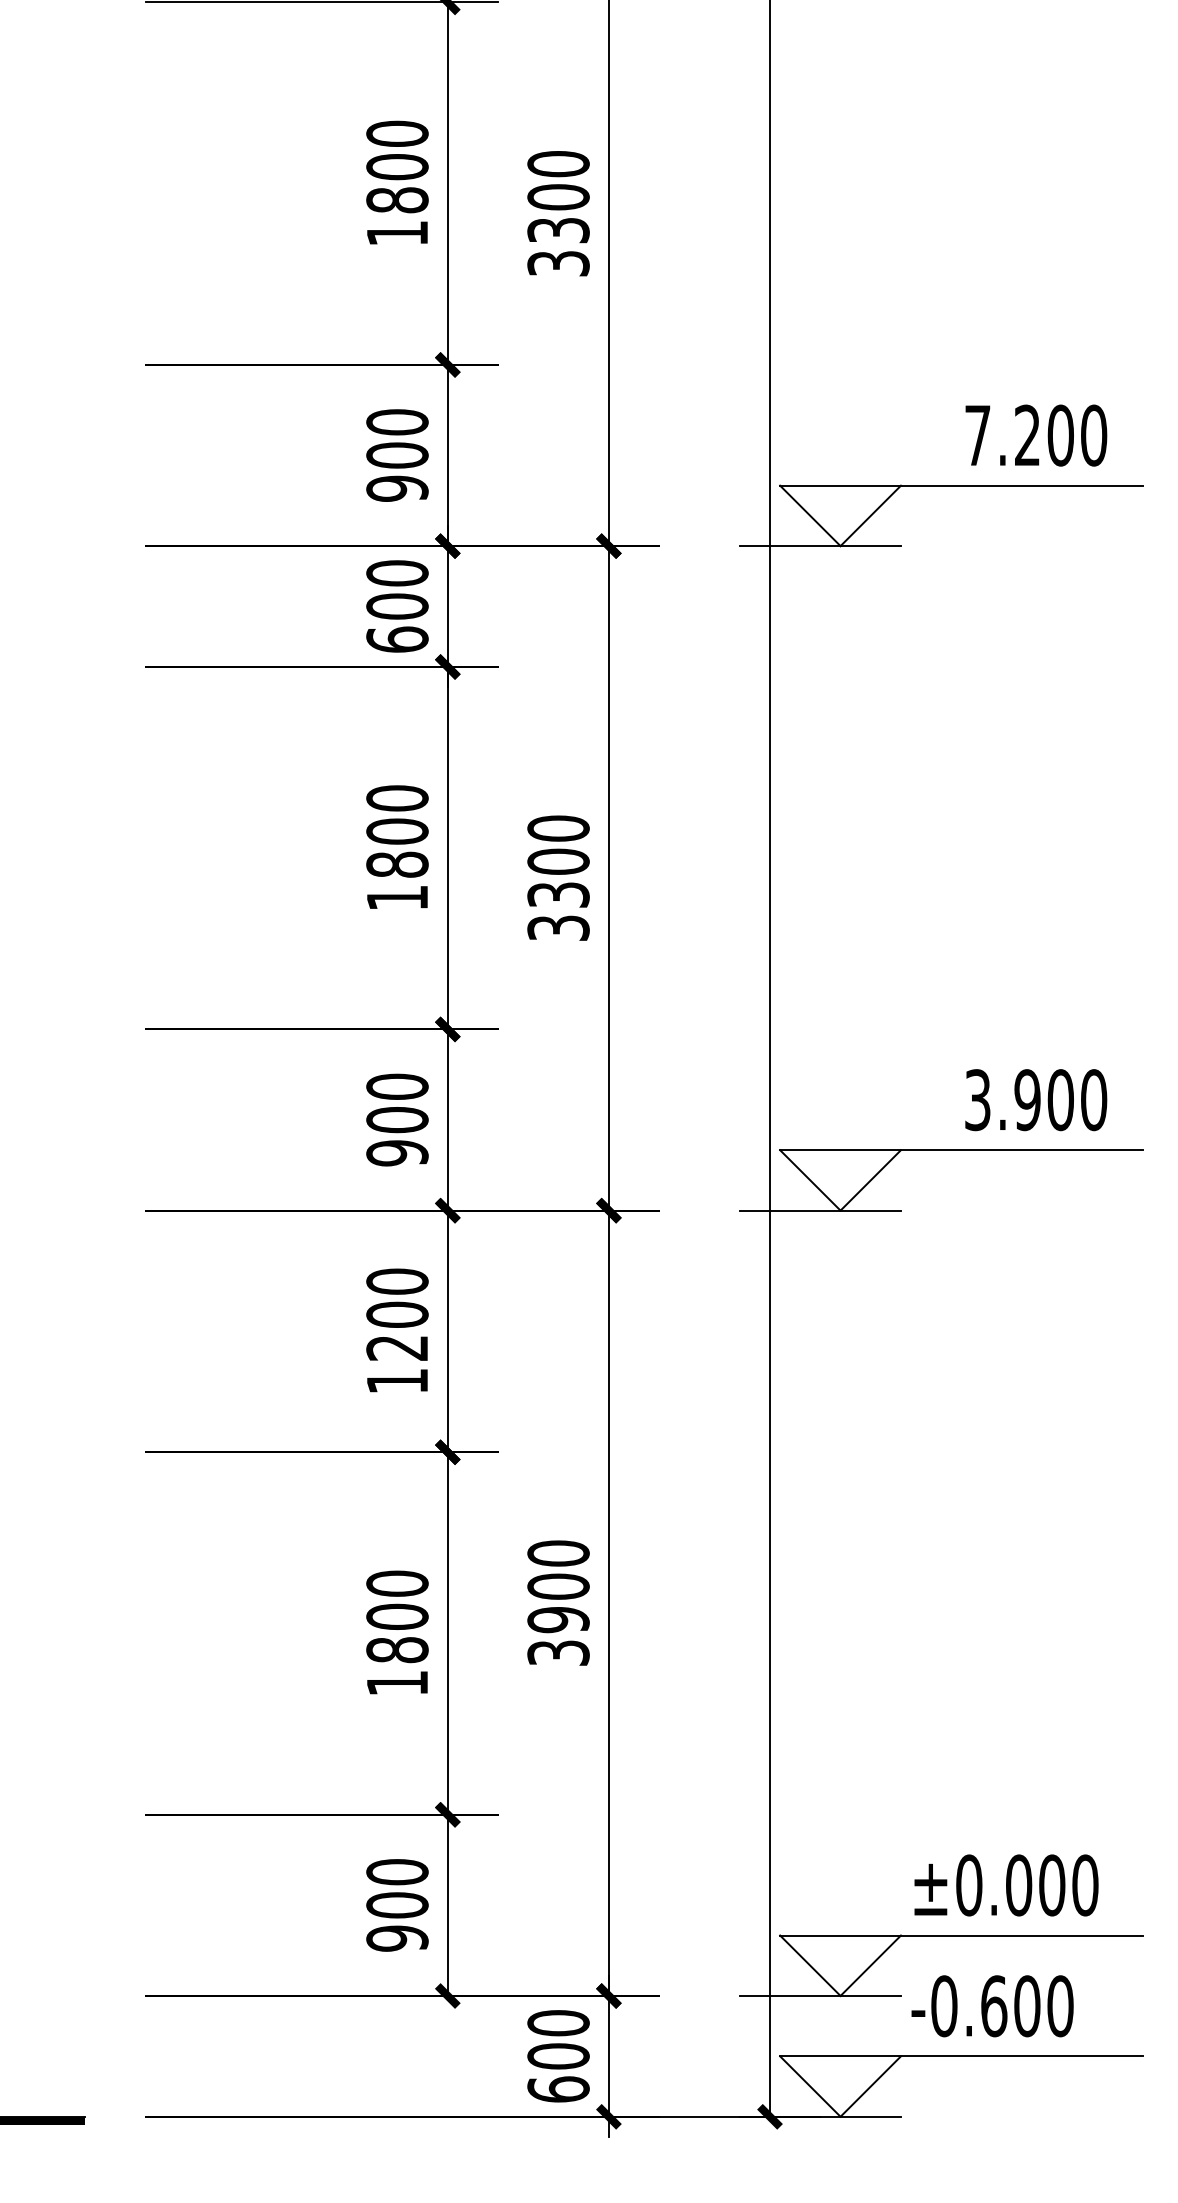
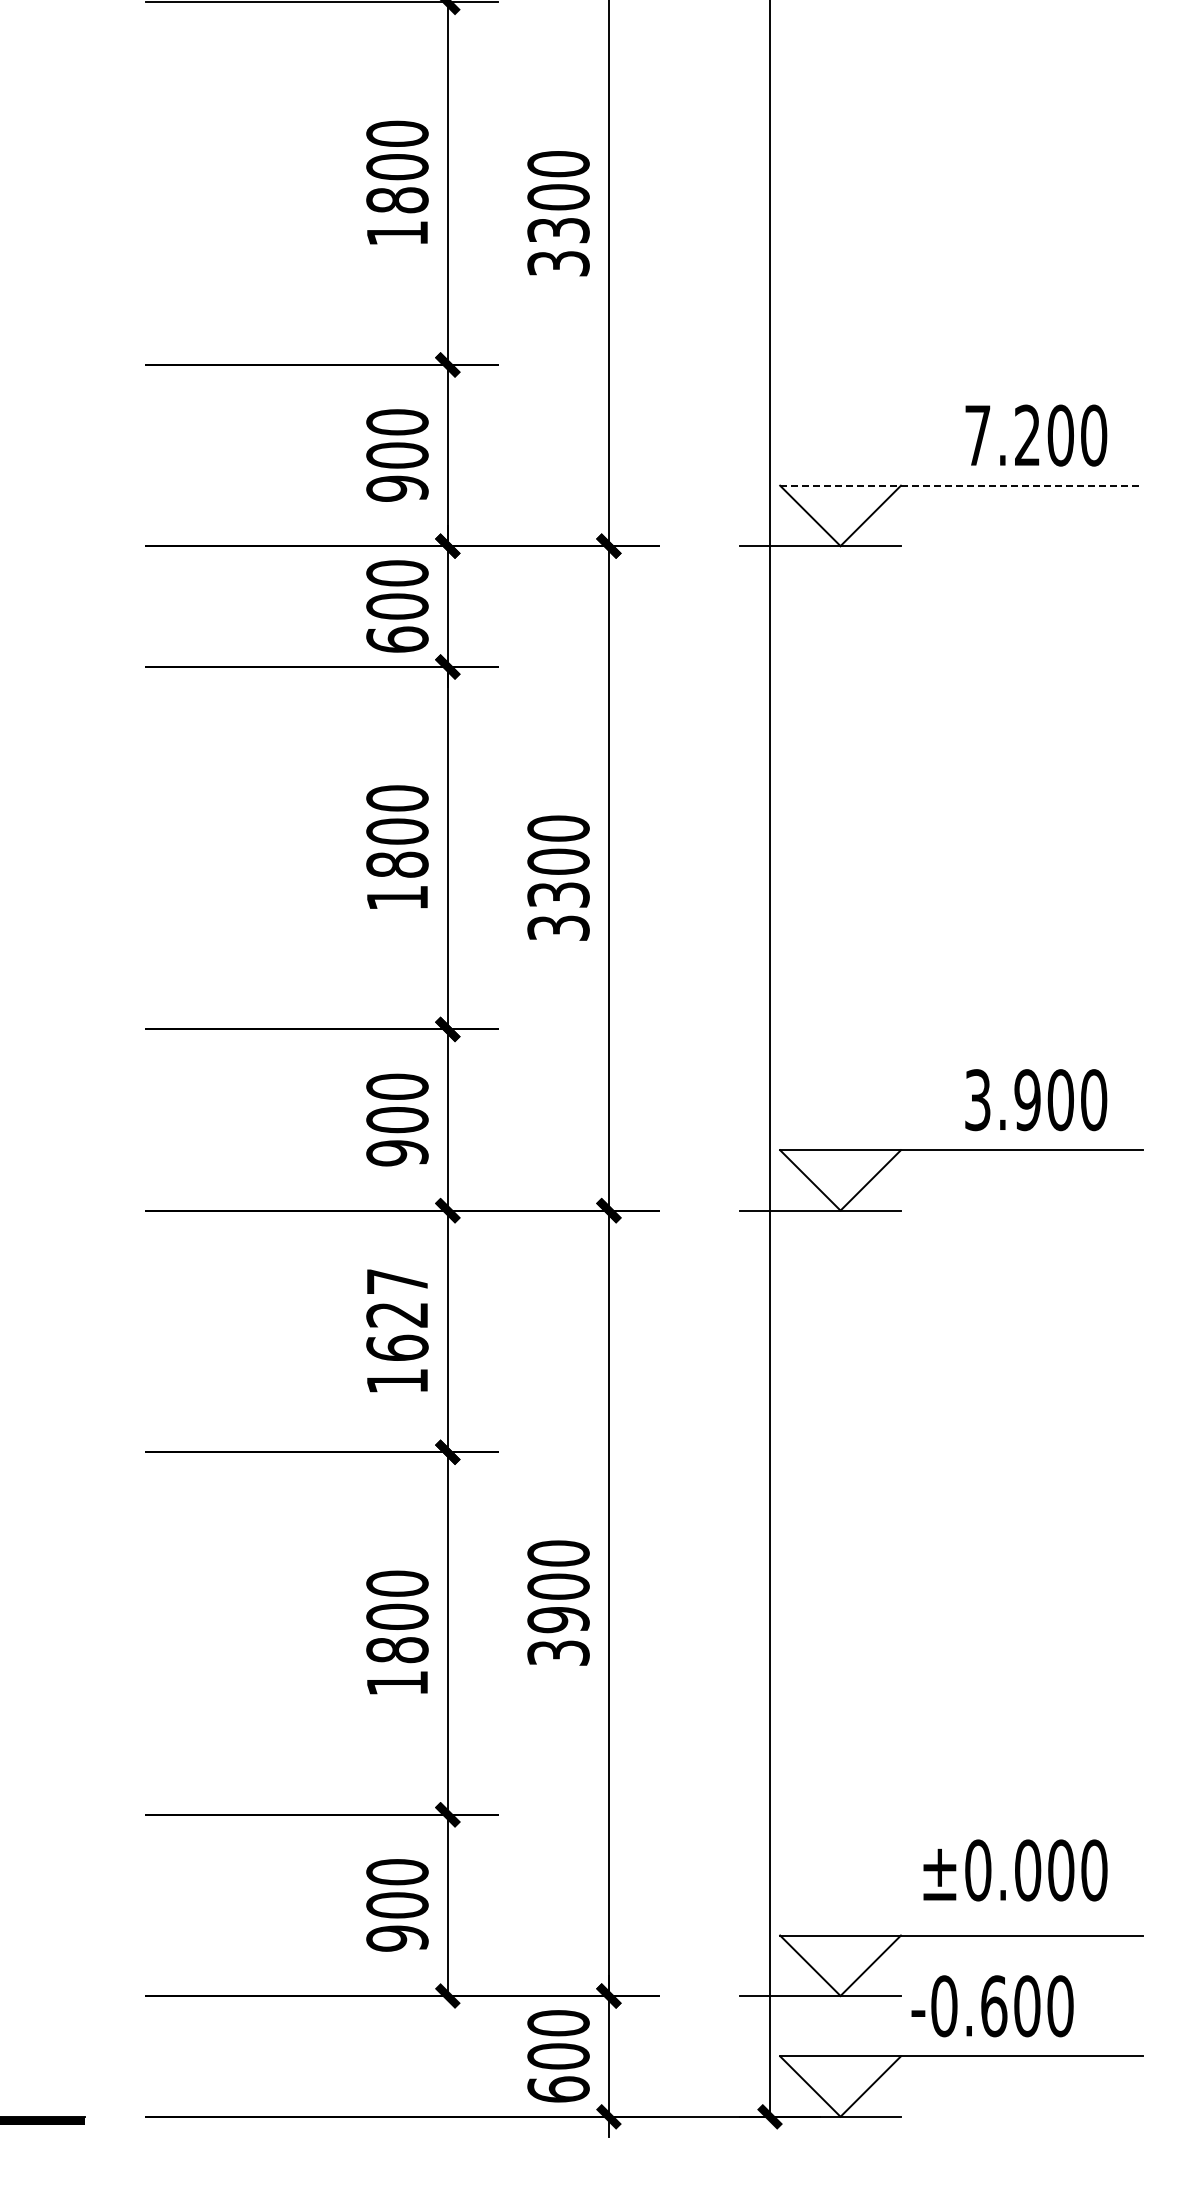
line at (961, 485): solid -> dashed
text at (397, 1314): 1200 -> 1627
text at (1006, 1885) position: (1006, 1885) -> (1015, 1870)
